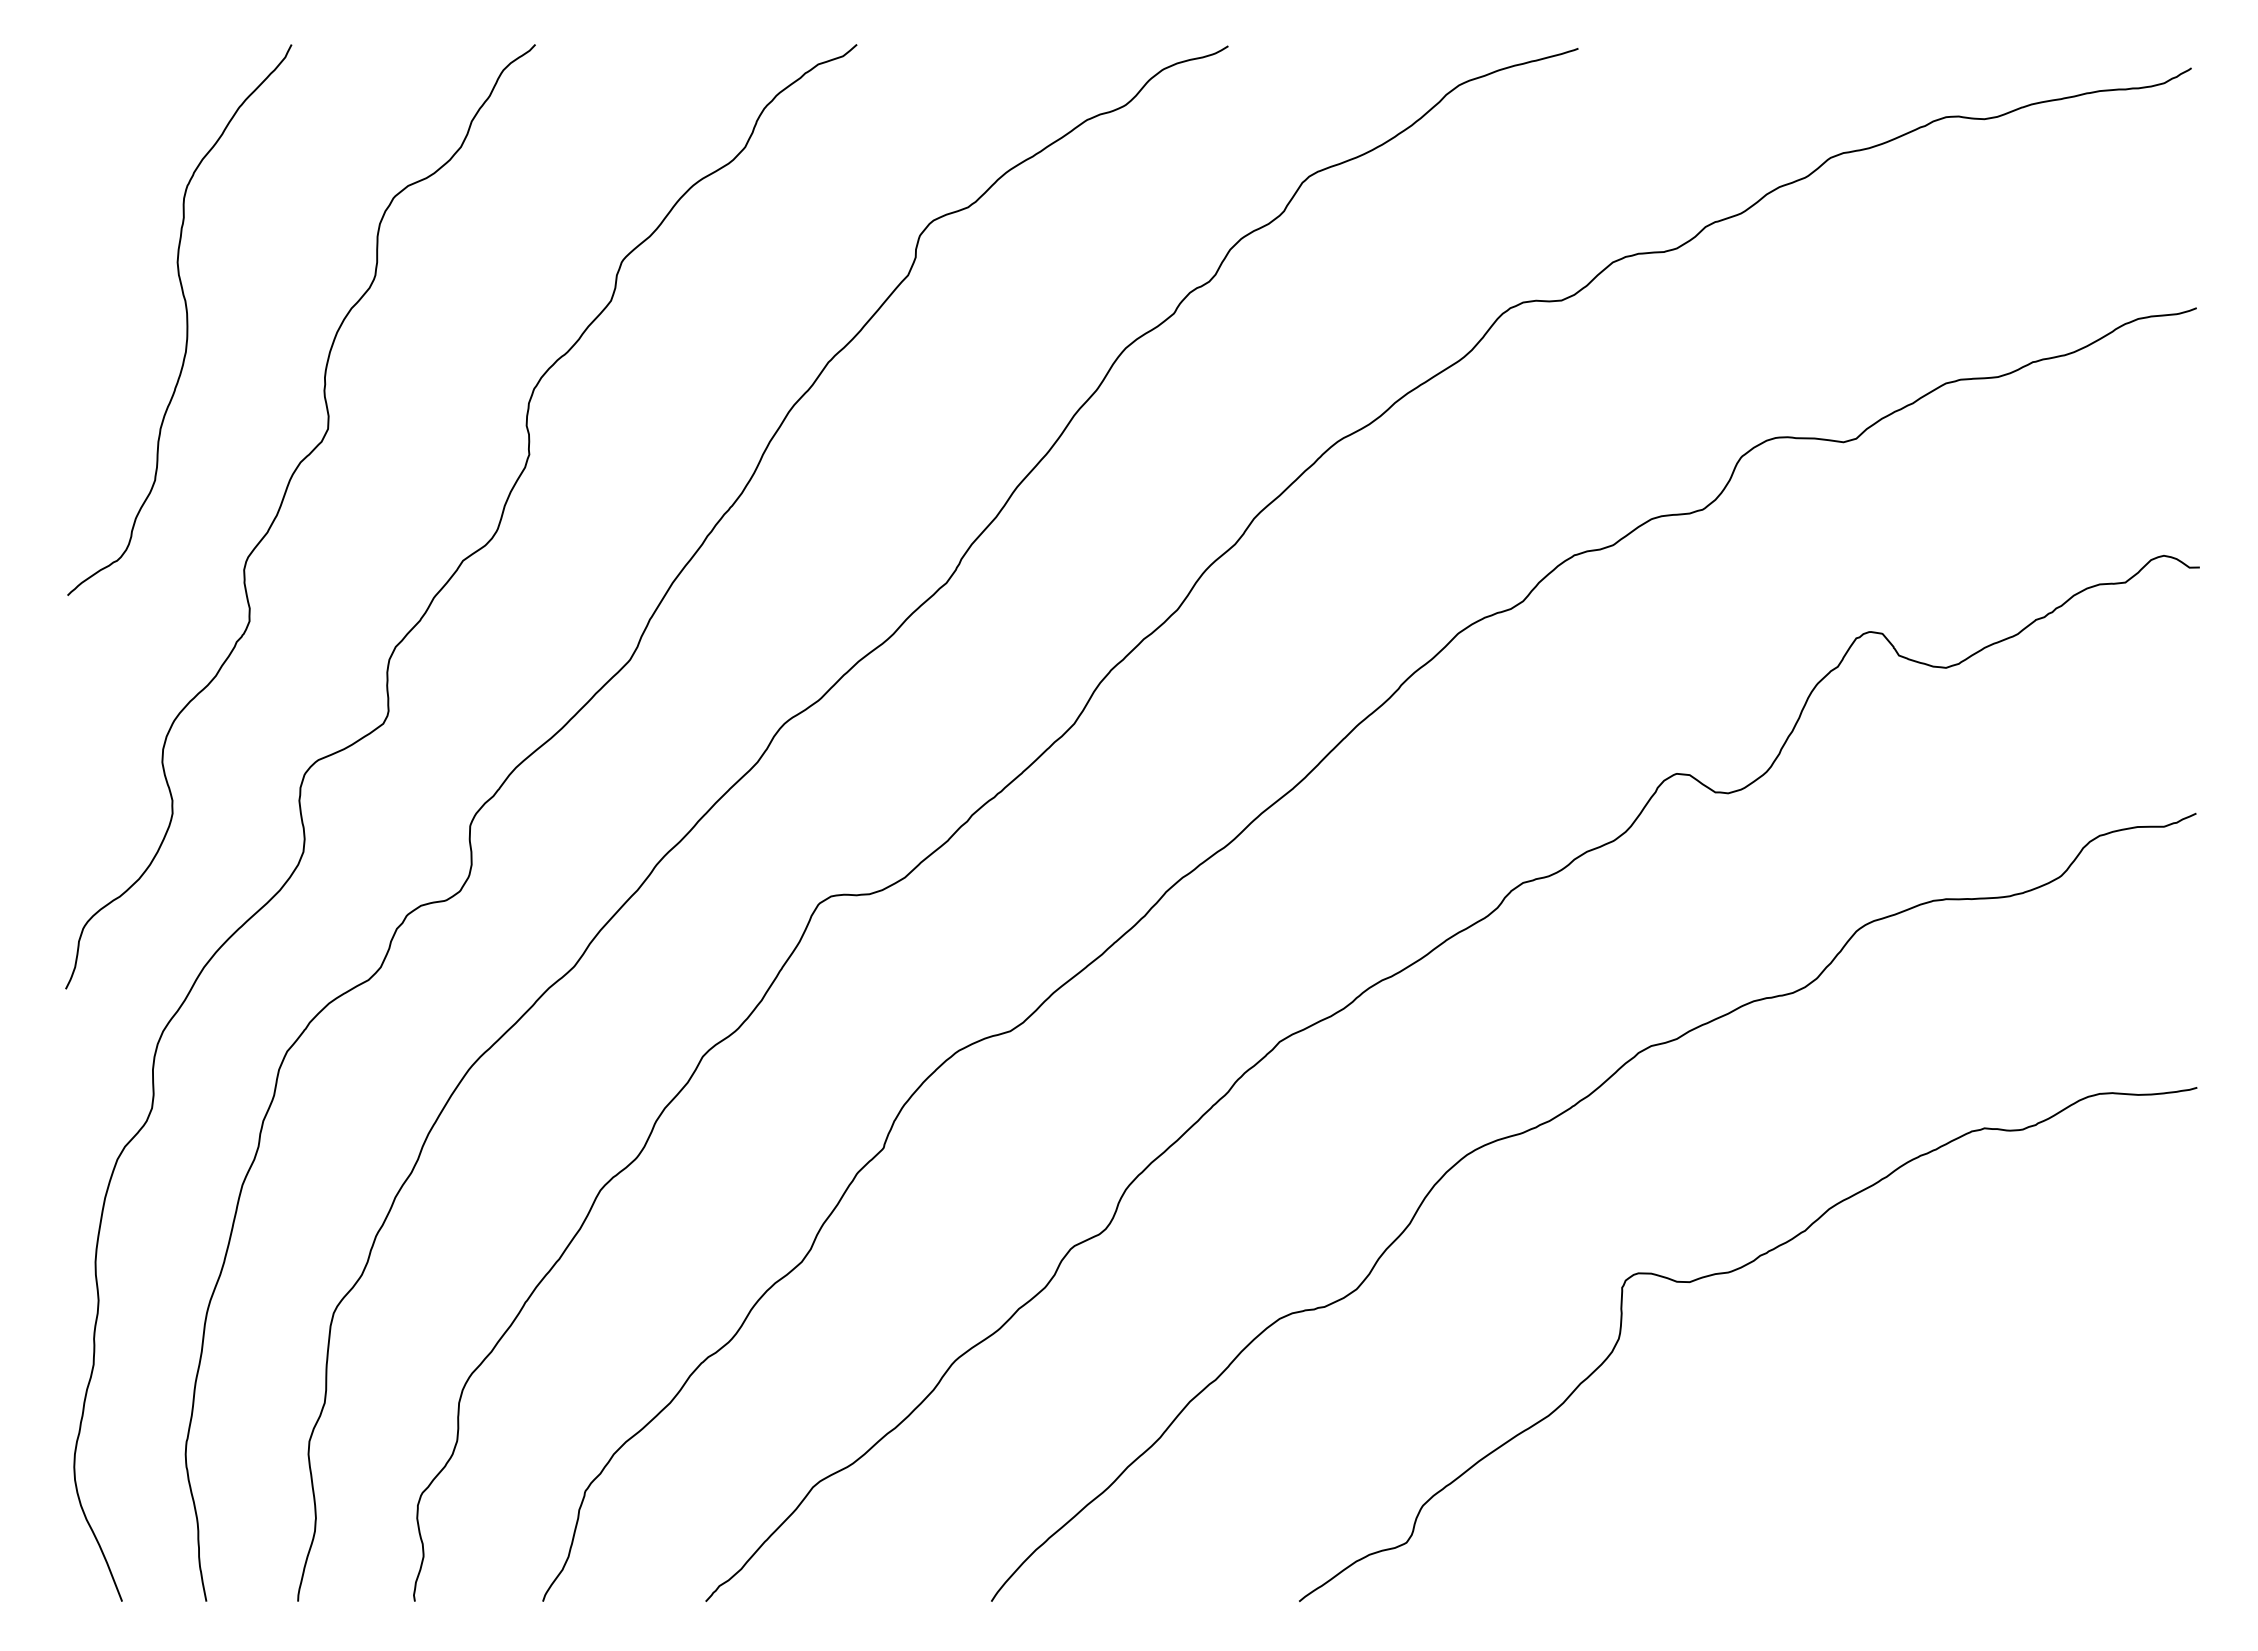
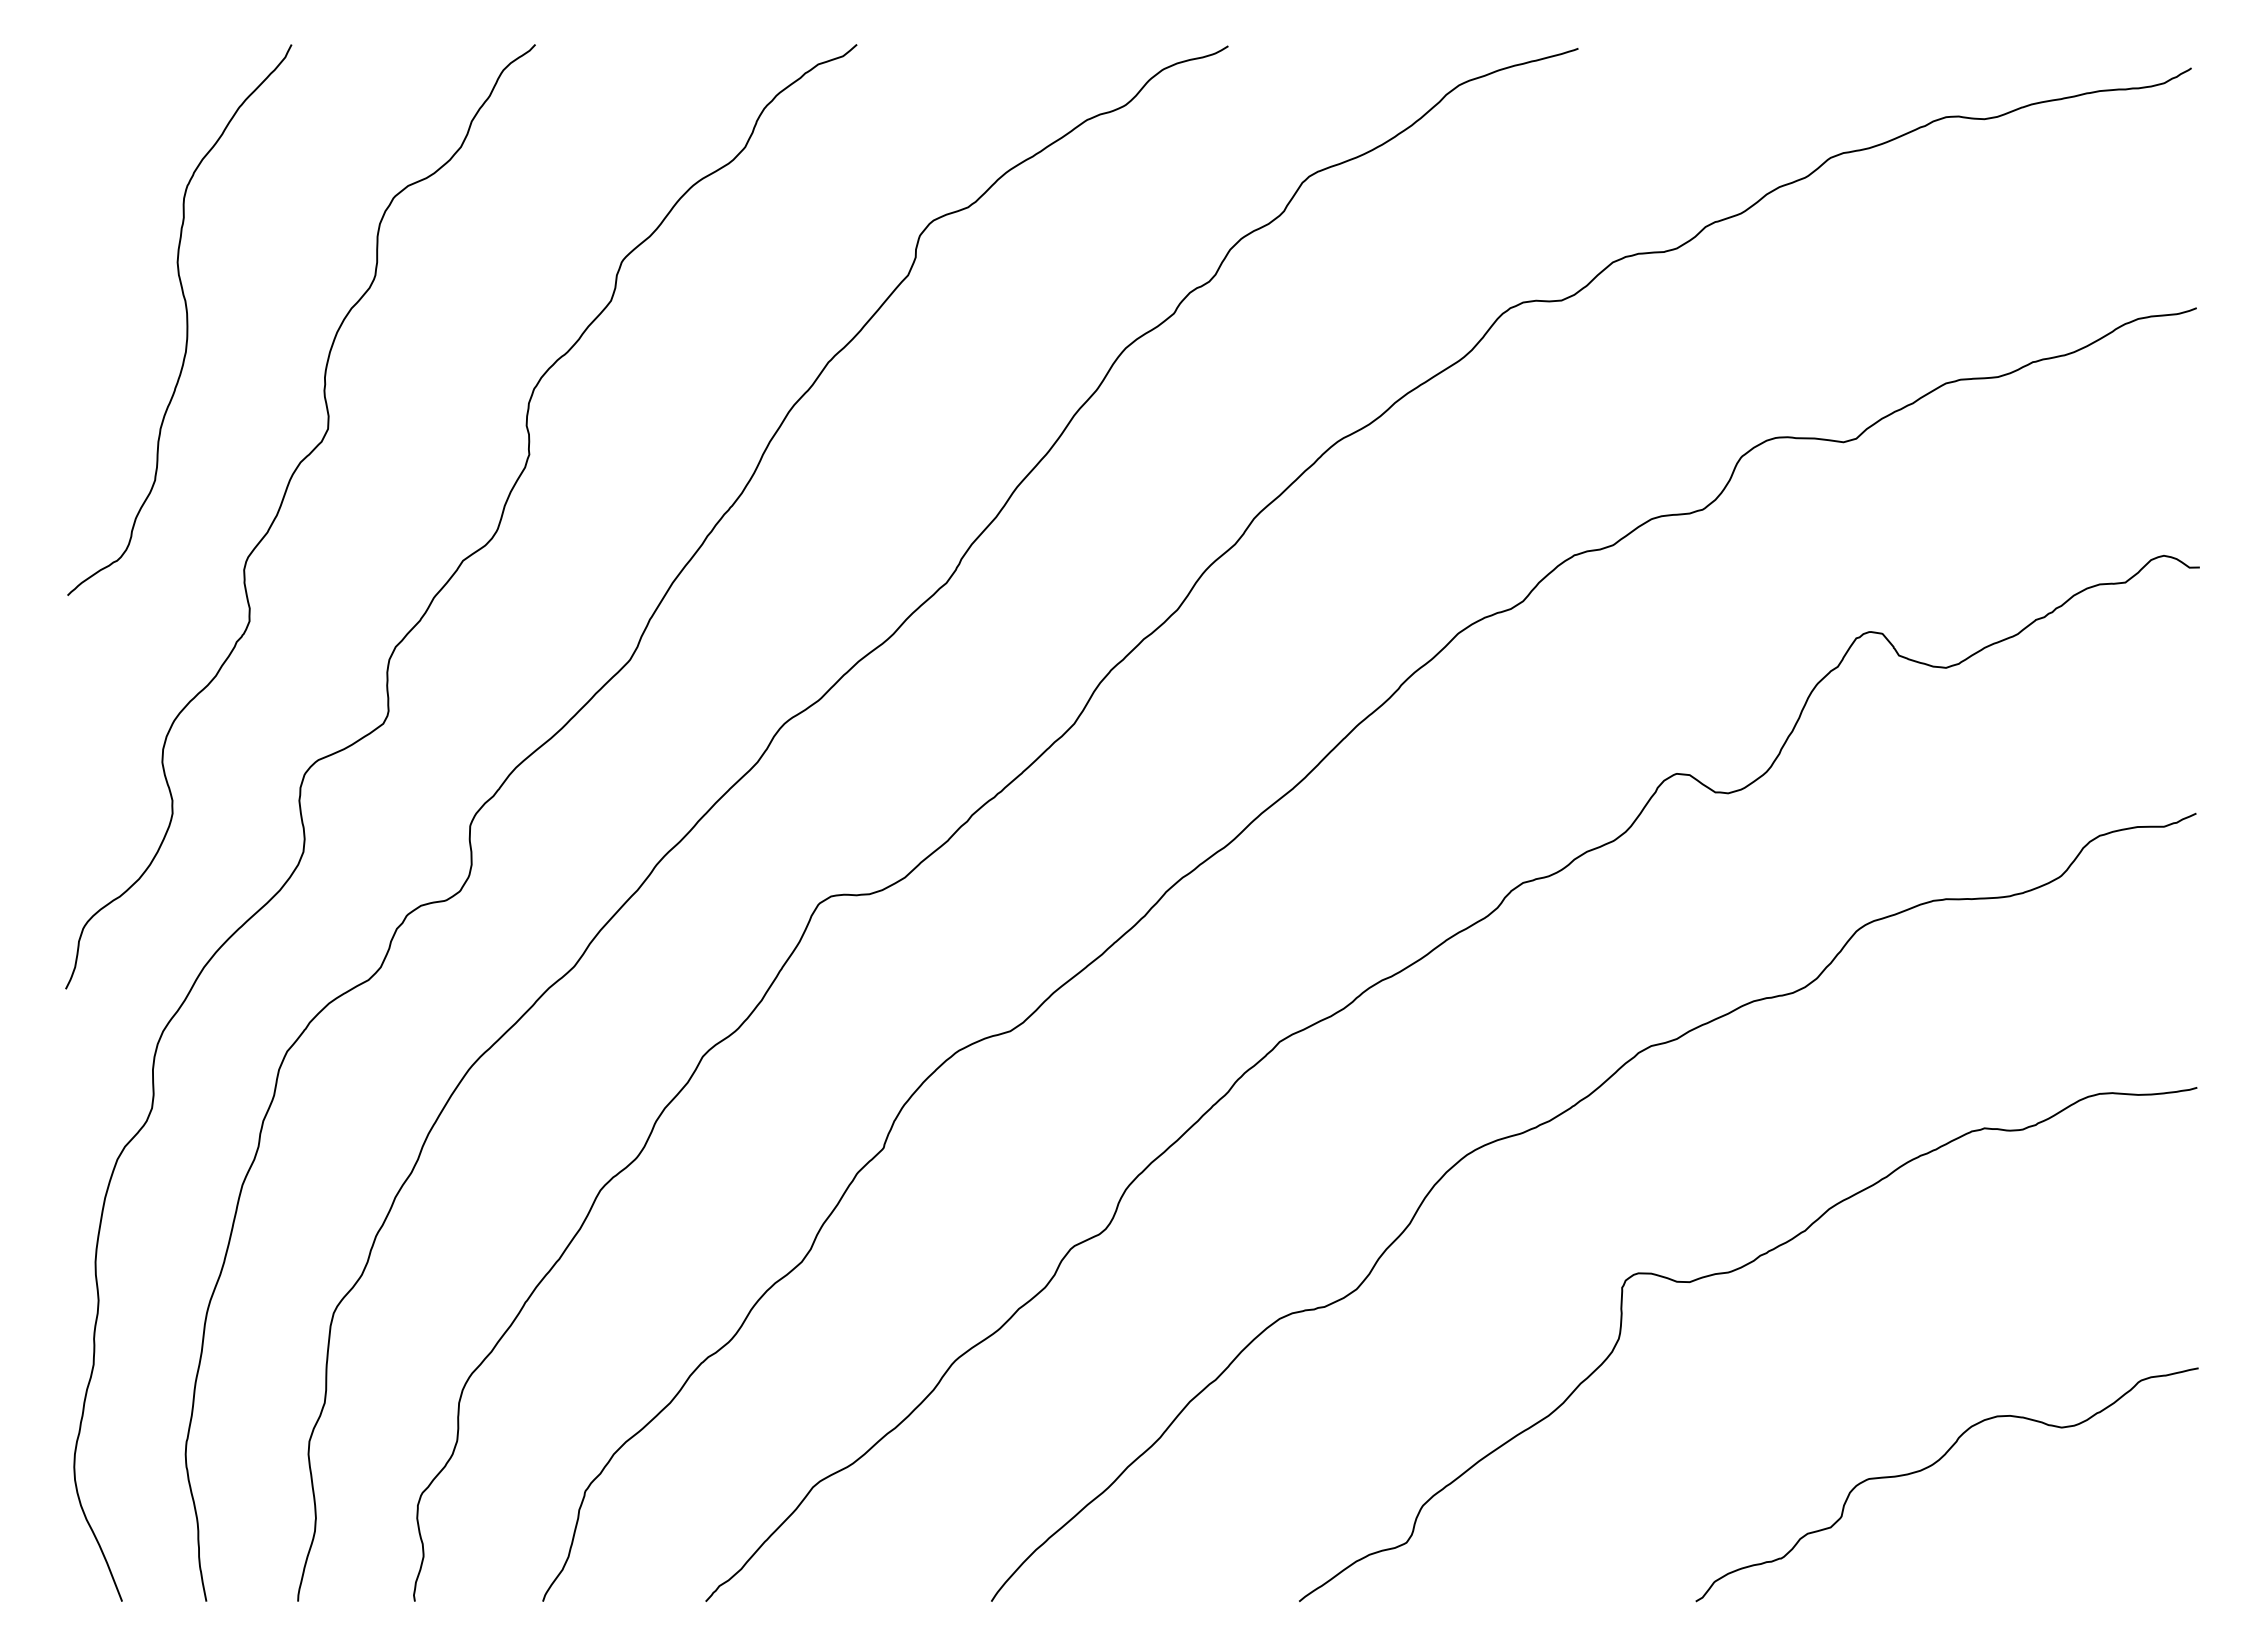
curve at (1933, 1465): none -> present
